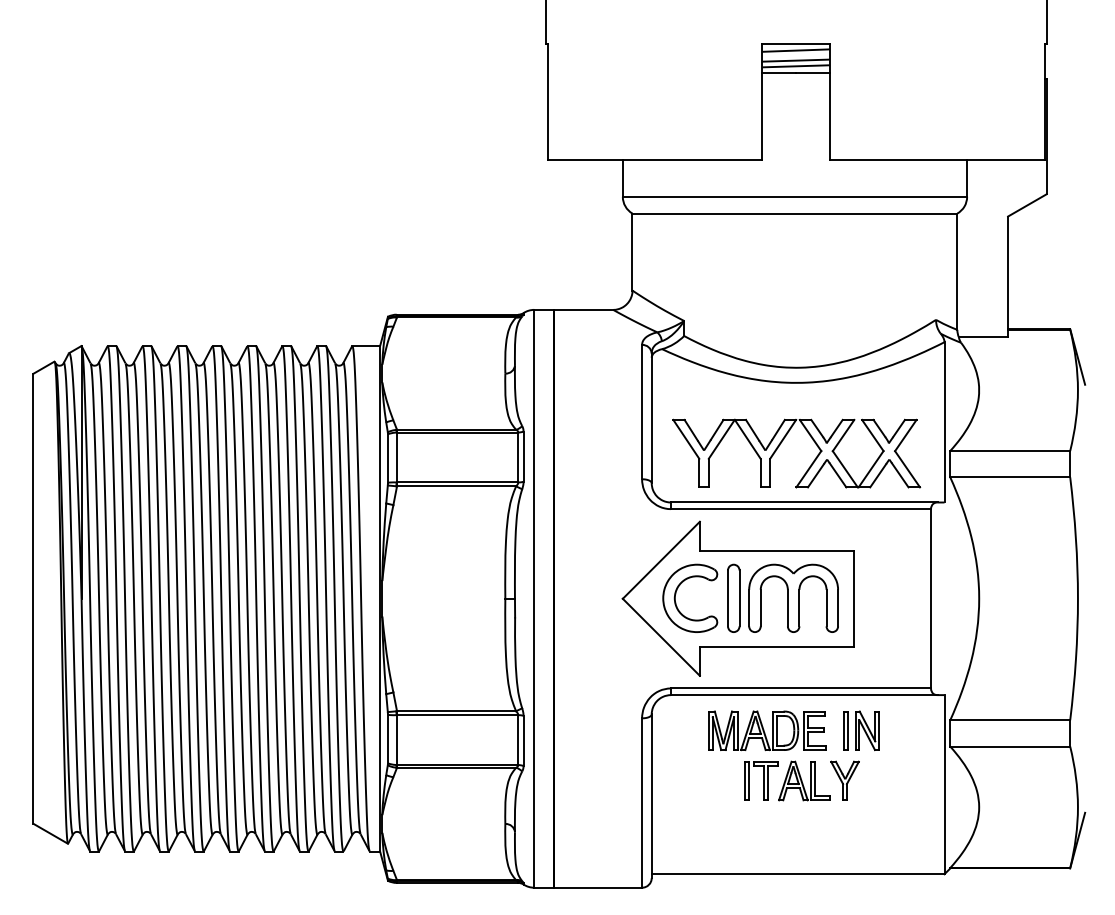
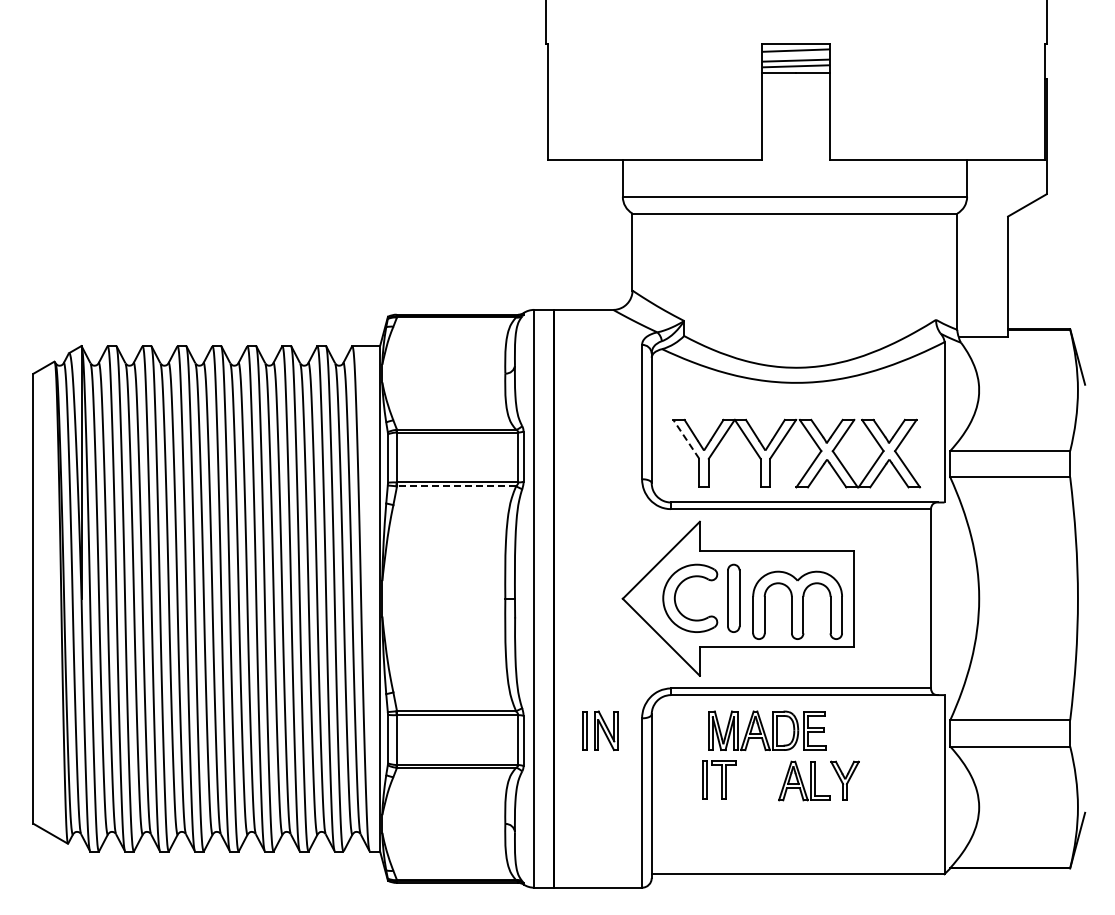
line at (686, 438): solid -> dashed
line at (456, 486): solid -> dashed
part at (793, 597) position: (793, 597) -> (797, 604)
part at (861, 730) position: (861, 730) -> (600, 730)
part at (761, 780) position: (761, 780) -> (719, 779)
